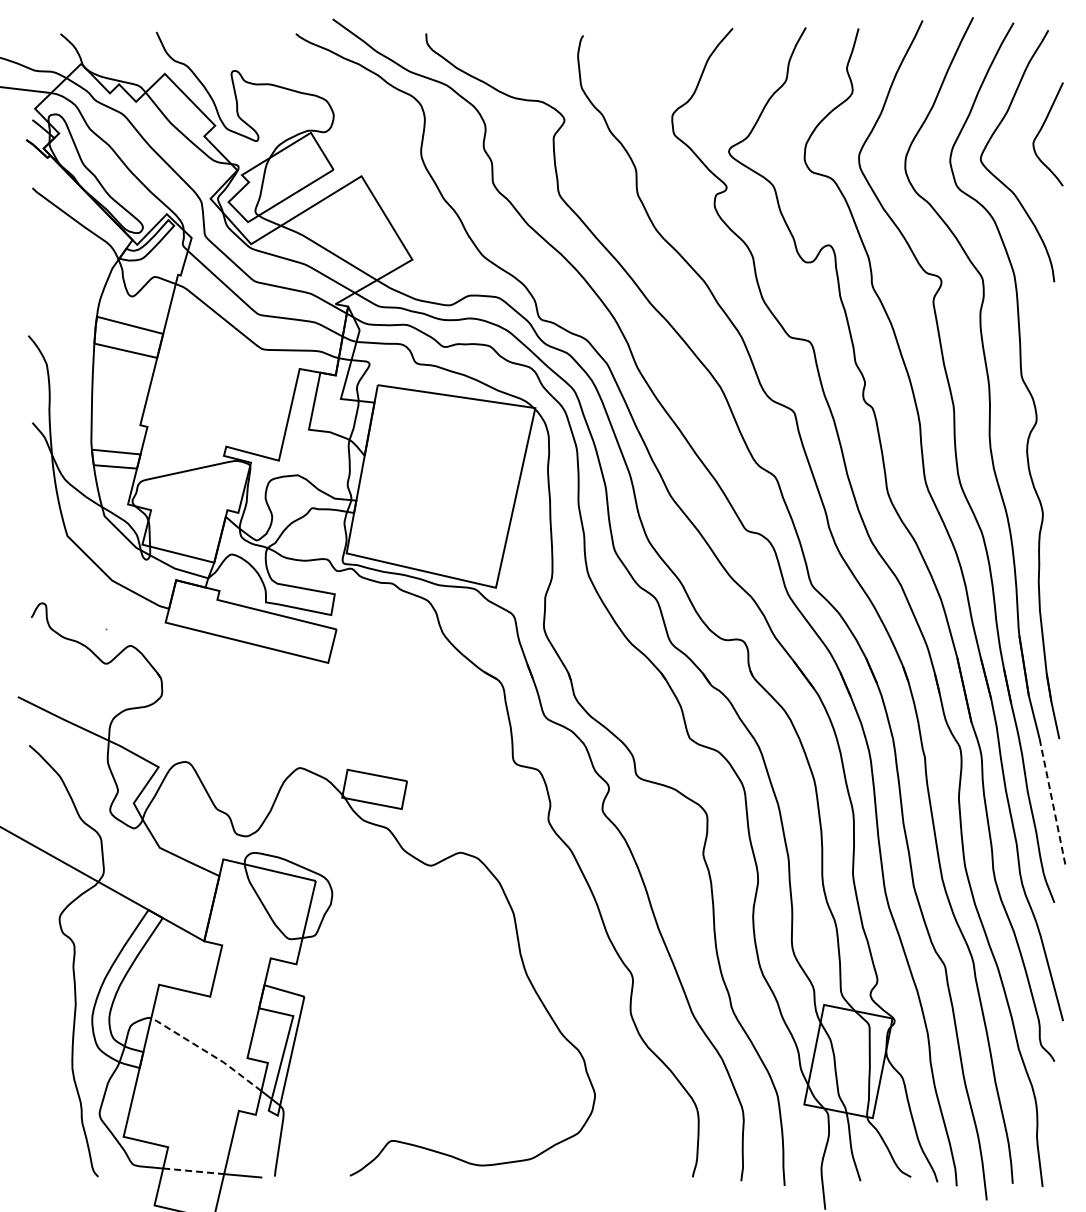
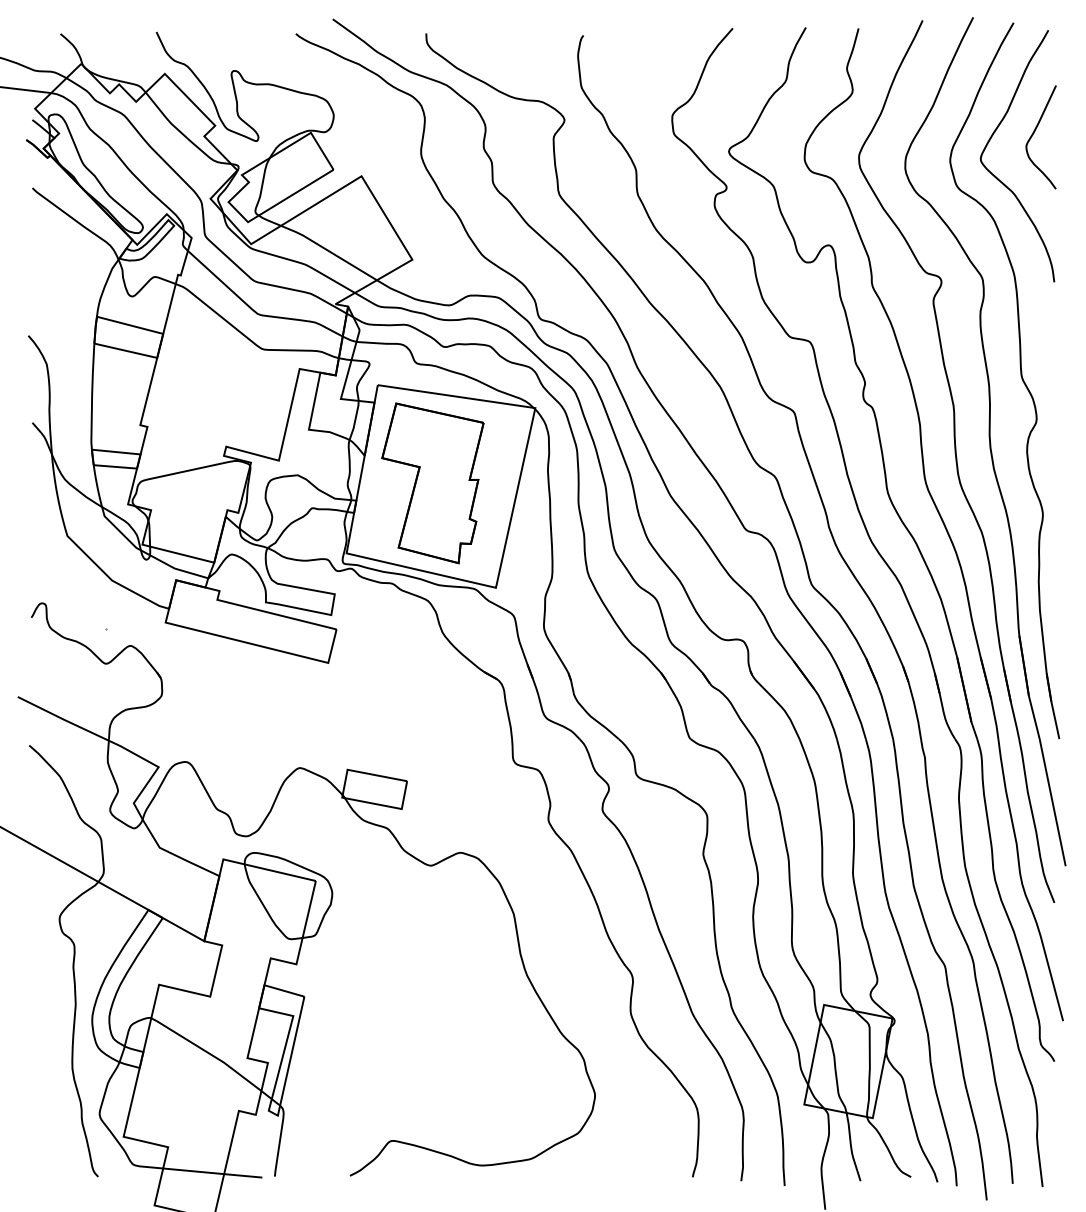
curve at (1041, 130) position: (1041, 130) -> (1034, 133)
part at (432, 483): none -> present
line at (1052, 802): dashed -> solid
line at (207, 1052): dashed -> solid
line at (193, 1171): dashed -> solid
